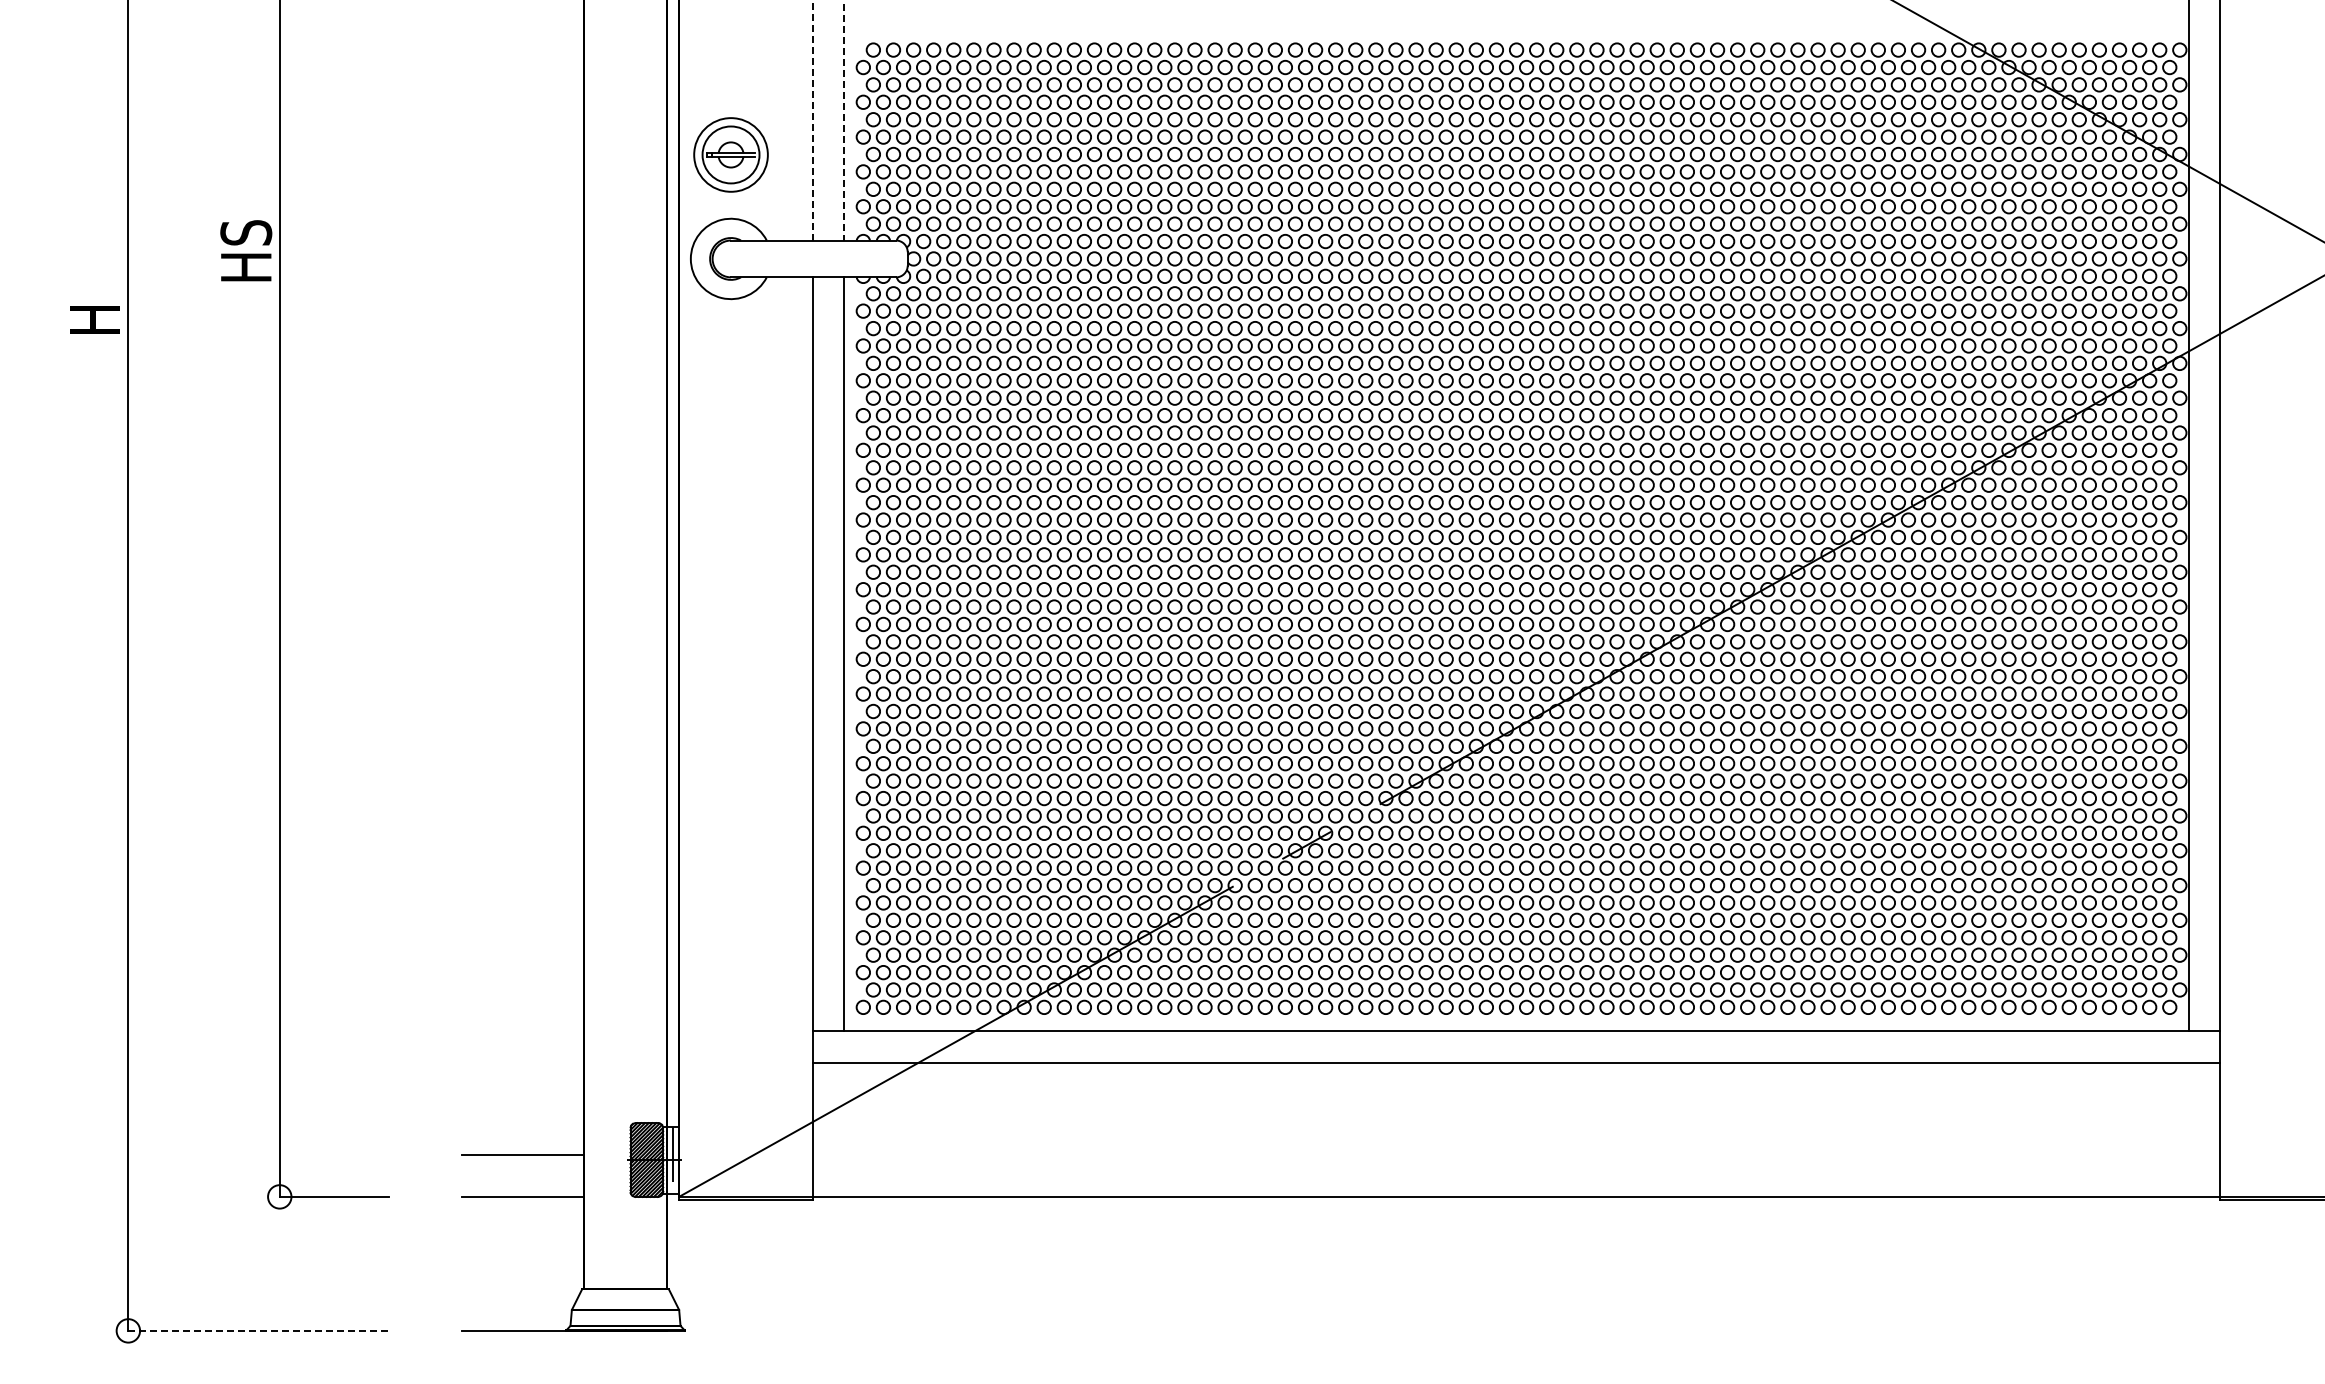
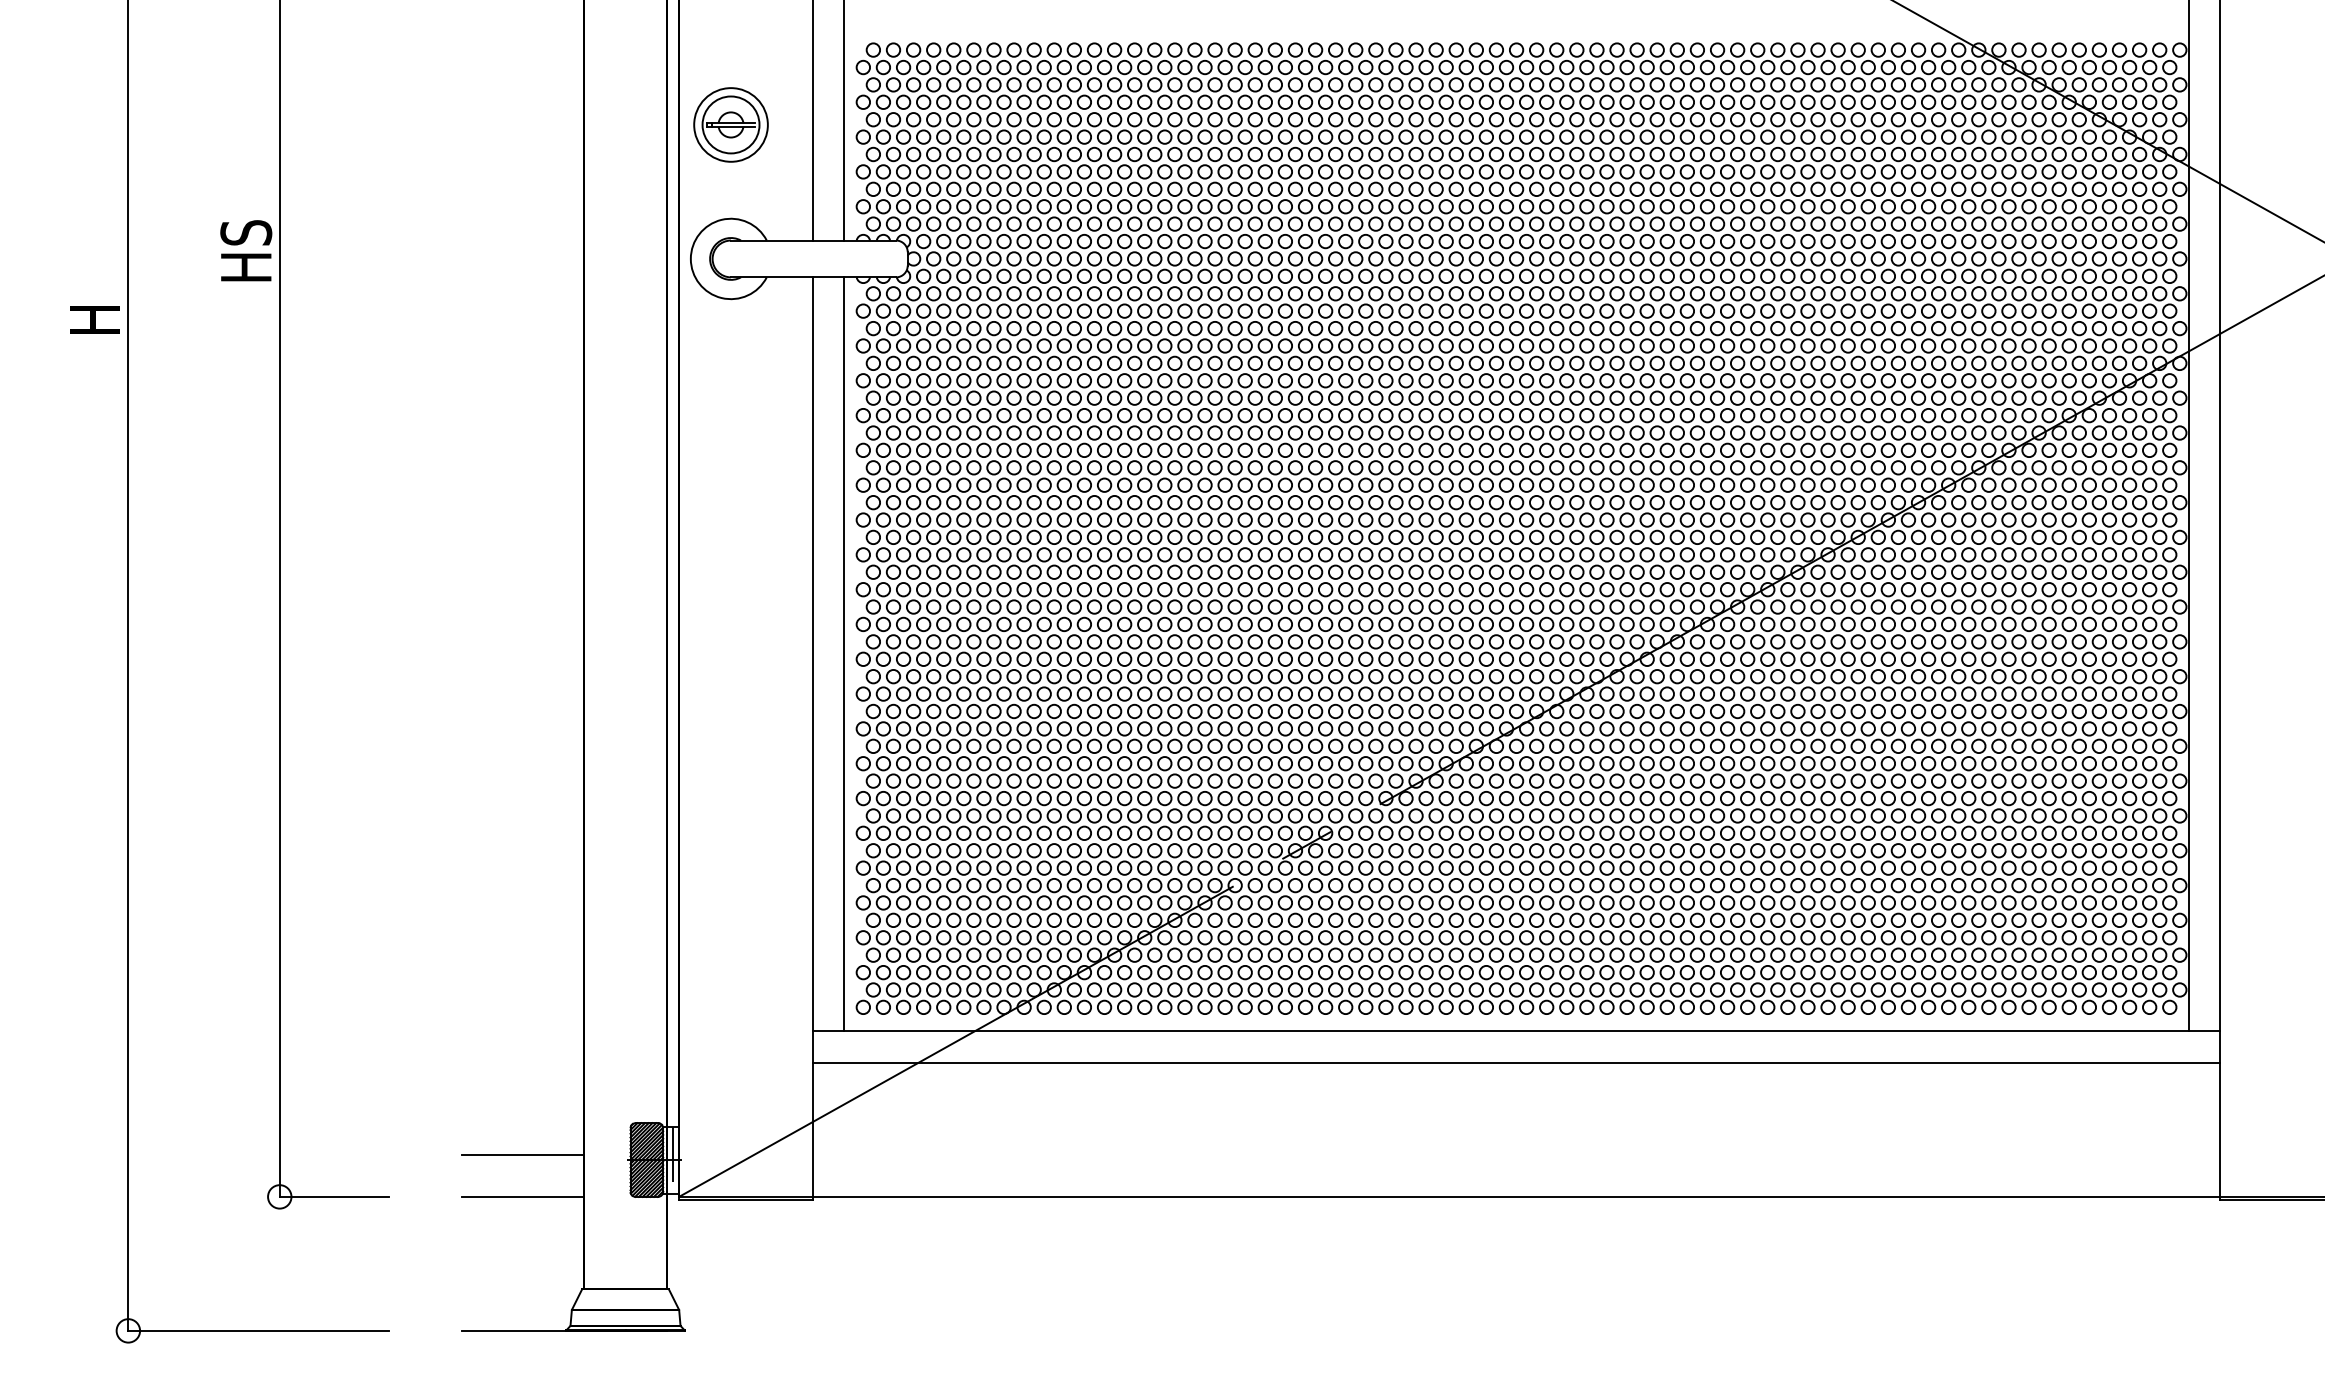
line at (813, 120): dashed -> solid
line at (844, 120): dashed -> solid
part at (730, 154) position: (730, 154) -> (730, 124)
line at (259, 1330): dashed -> solid
